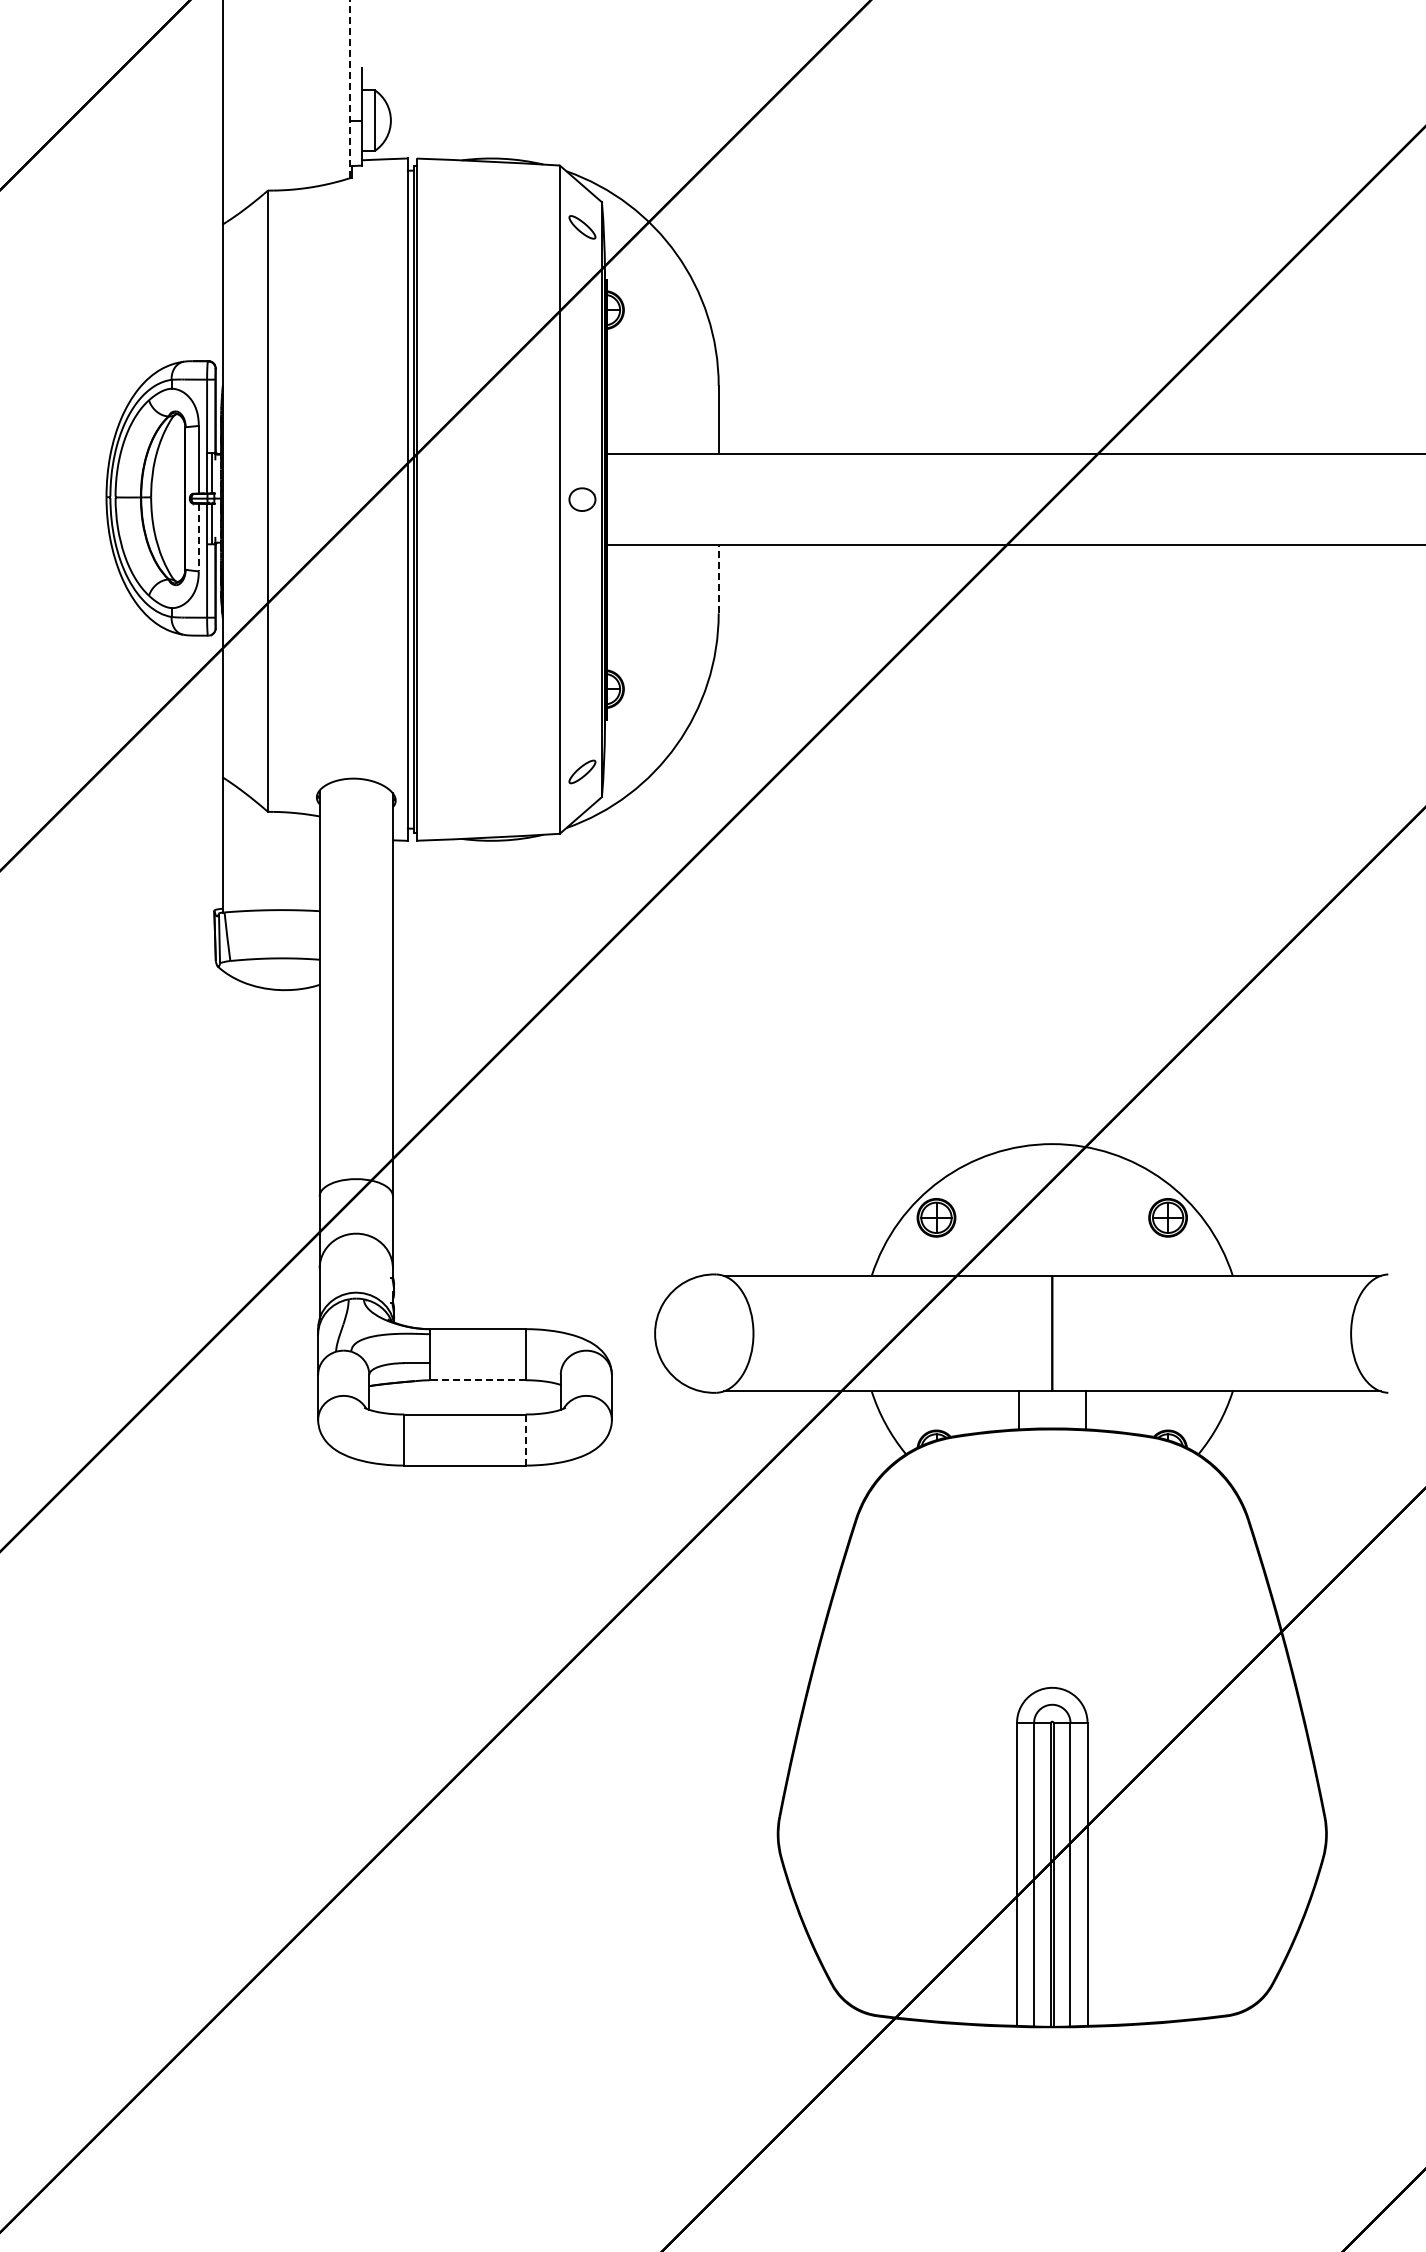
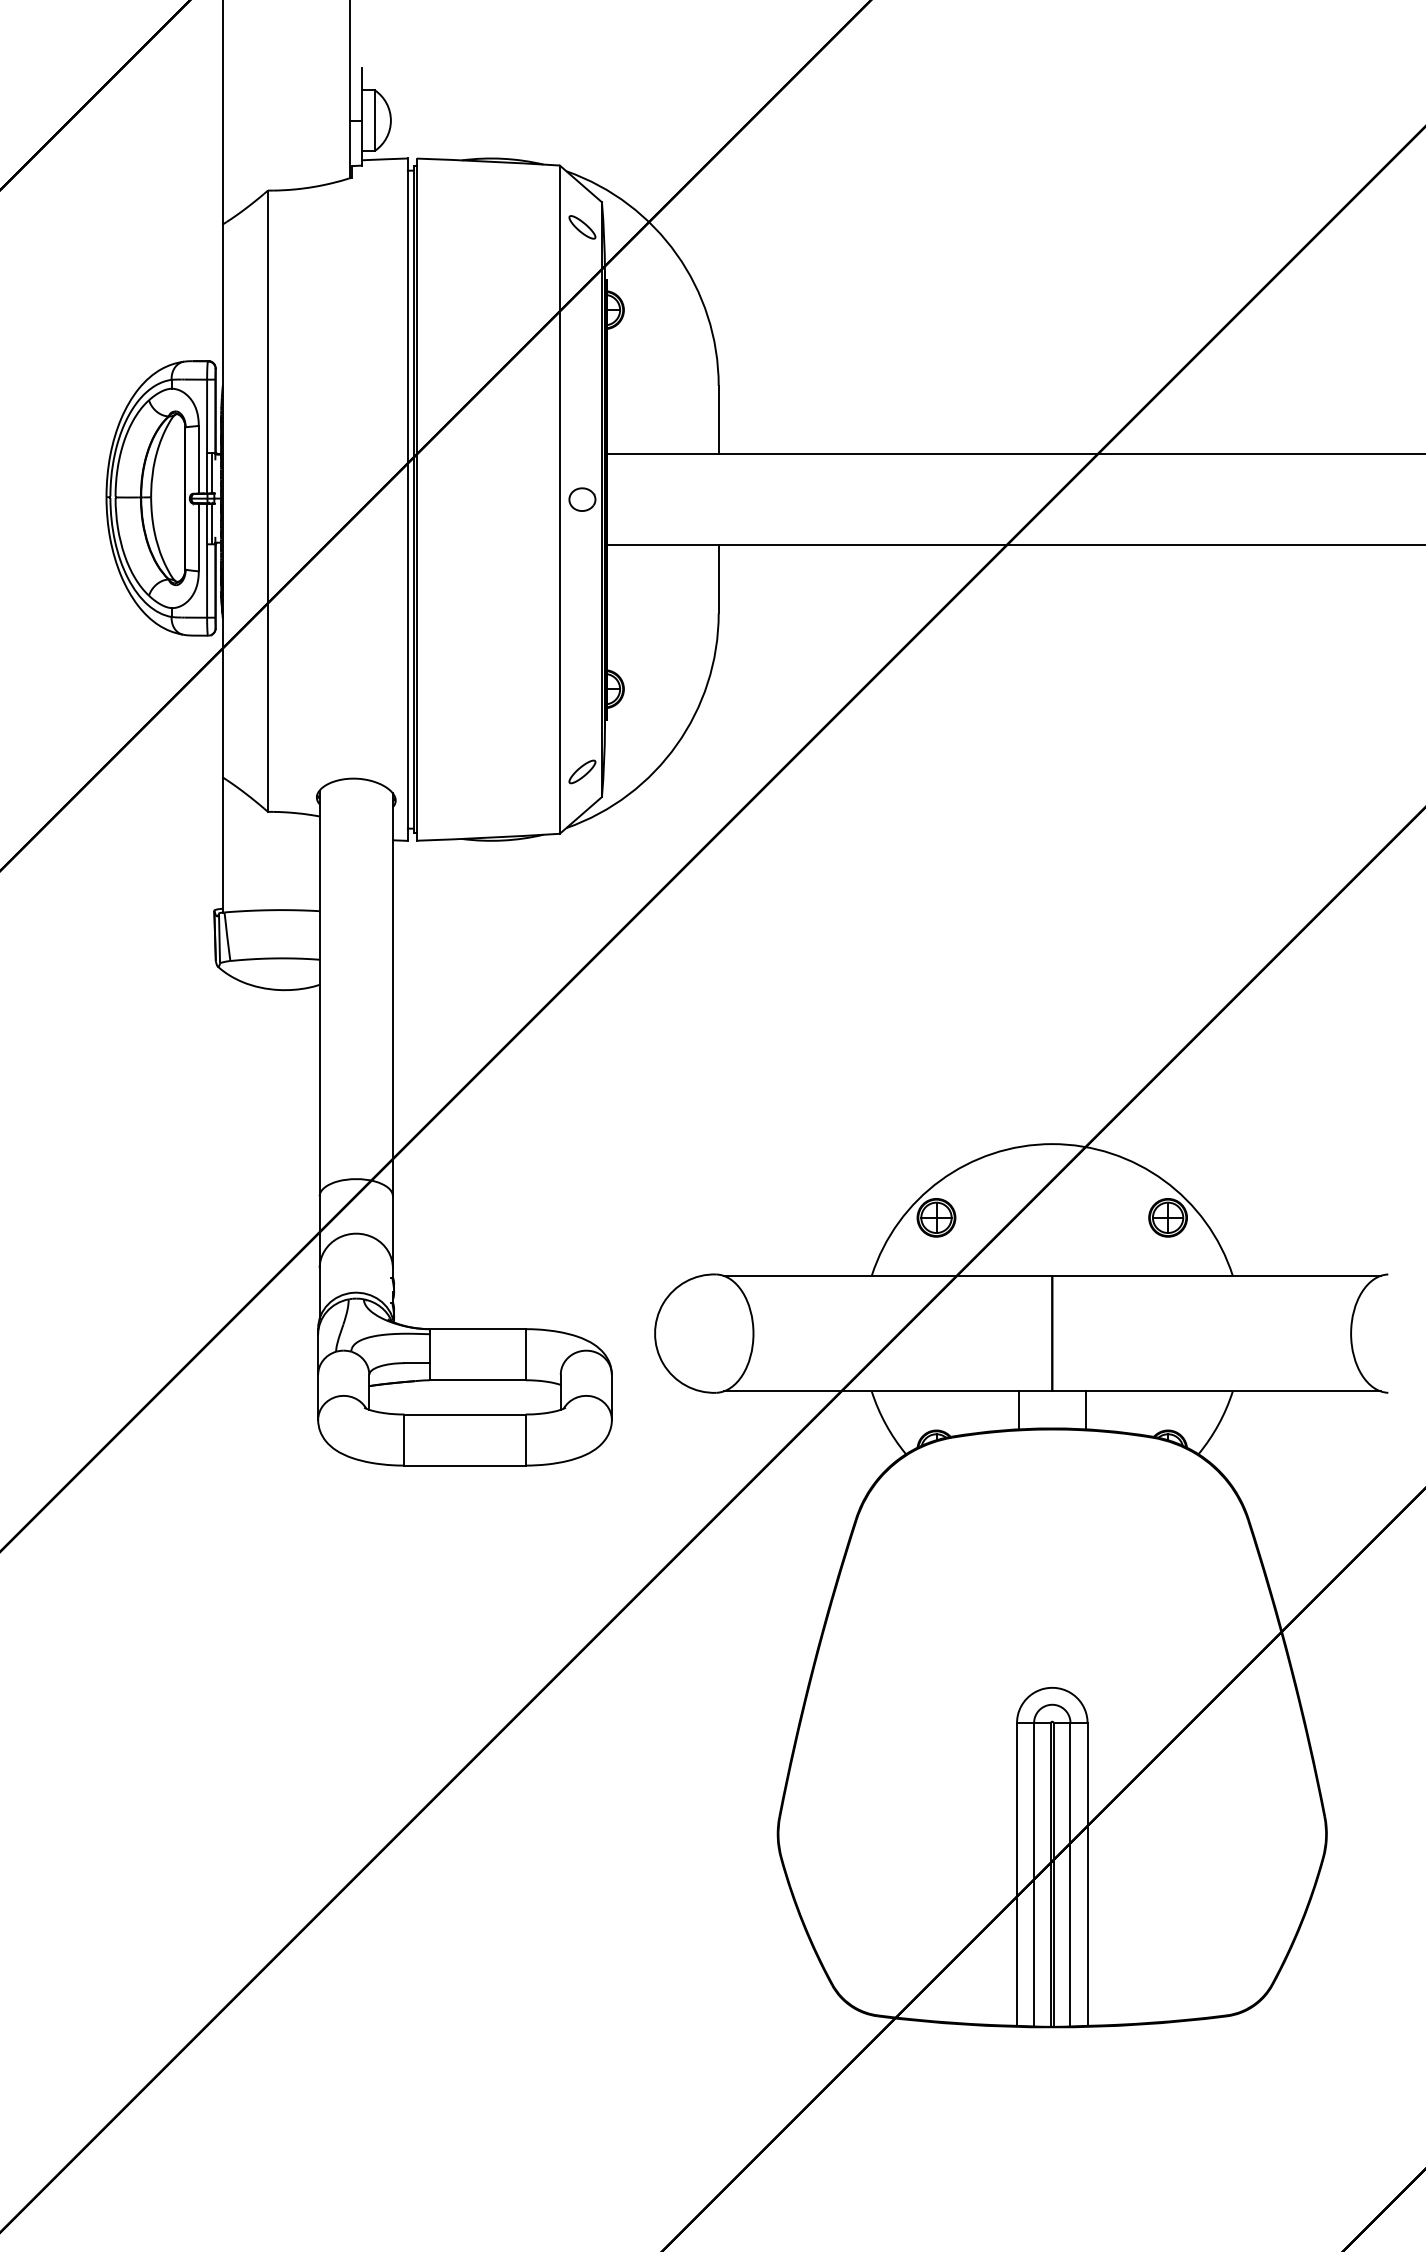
line at (350, 89): dashed -> solid
line at (198, 537): dashed -> solid
line at (718, 578): dashed -> solid
line at (477, 1380): dashed -> solid
line at (525, 1440): dashed -> solid
